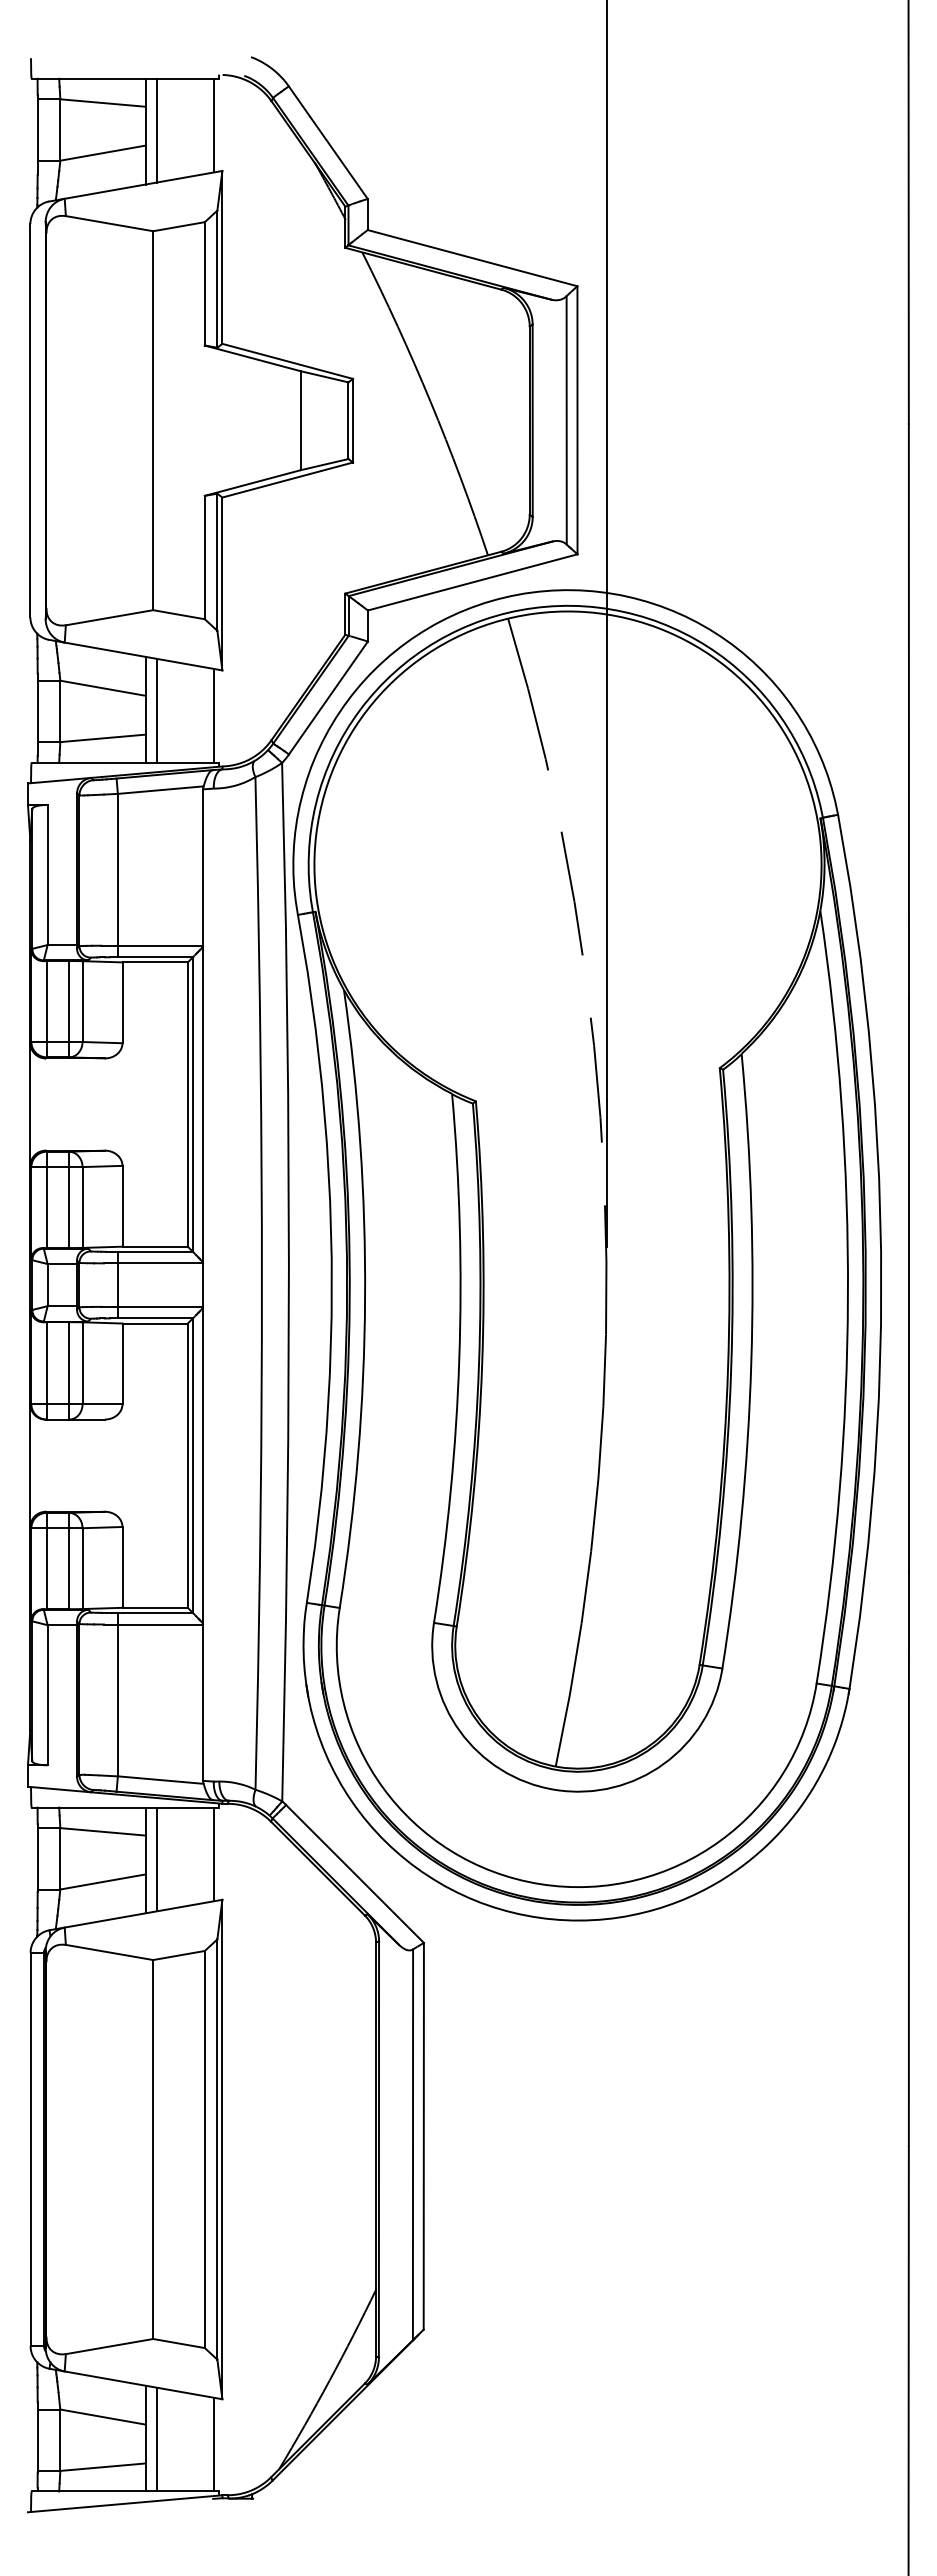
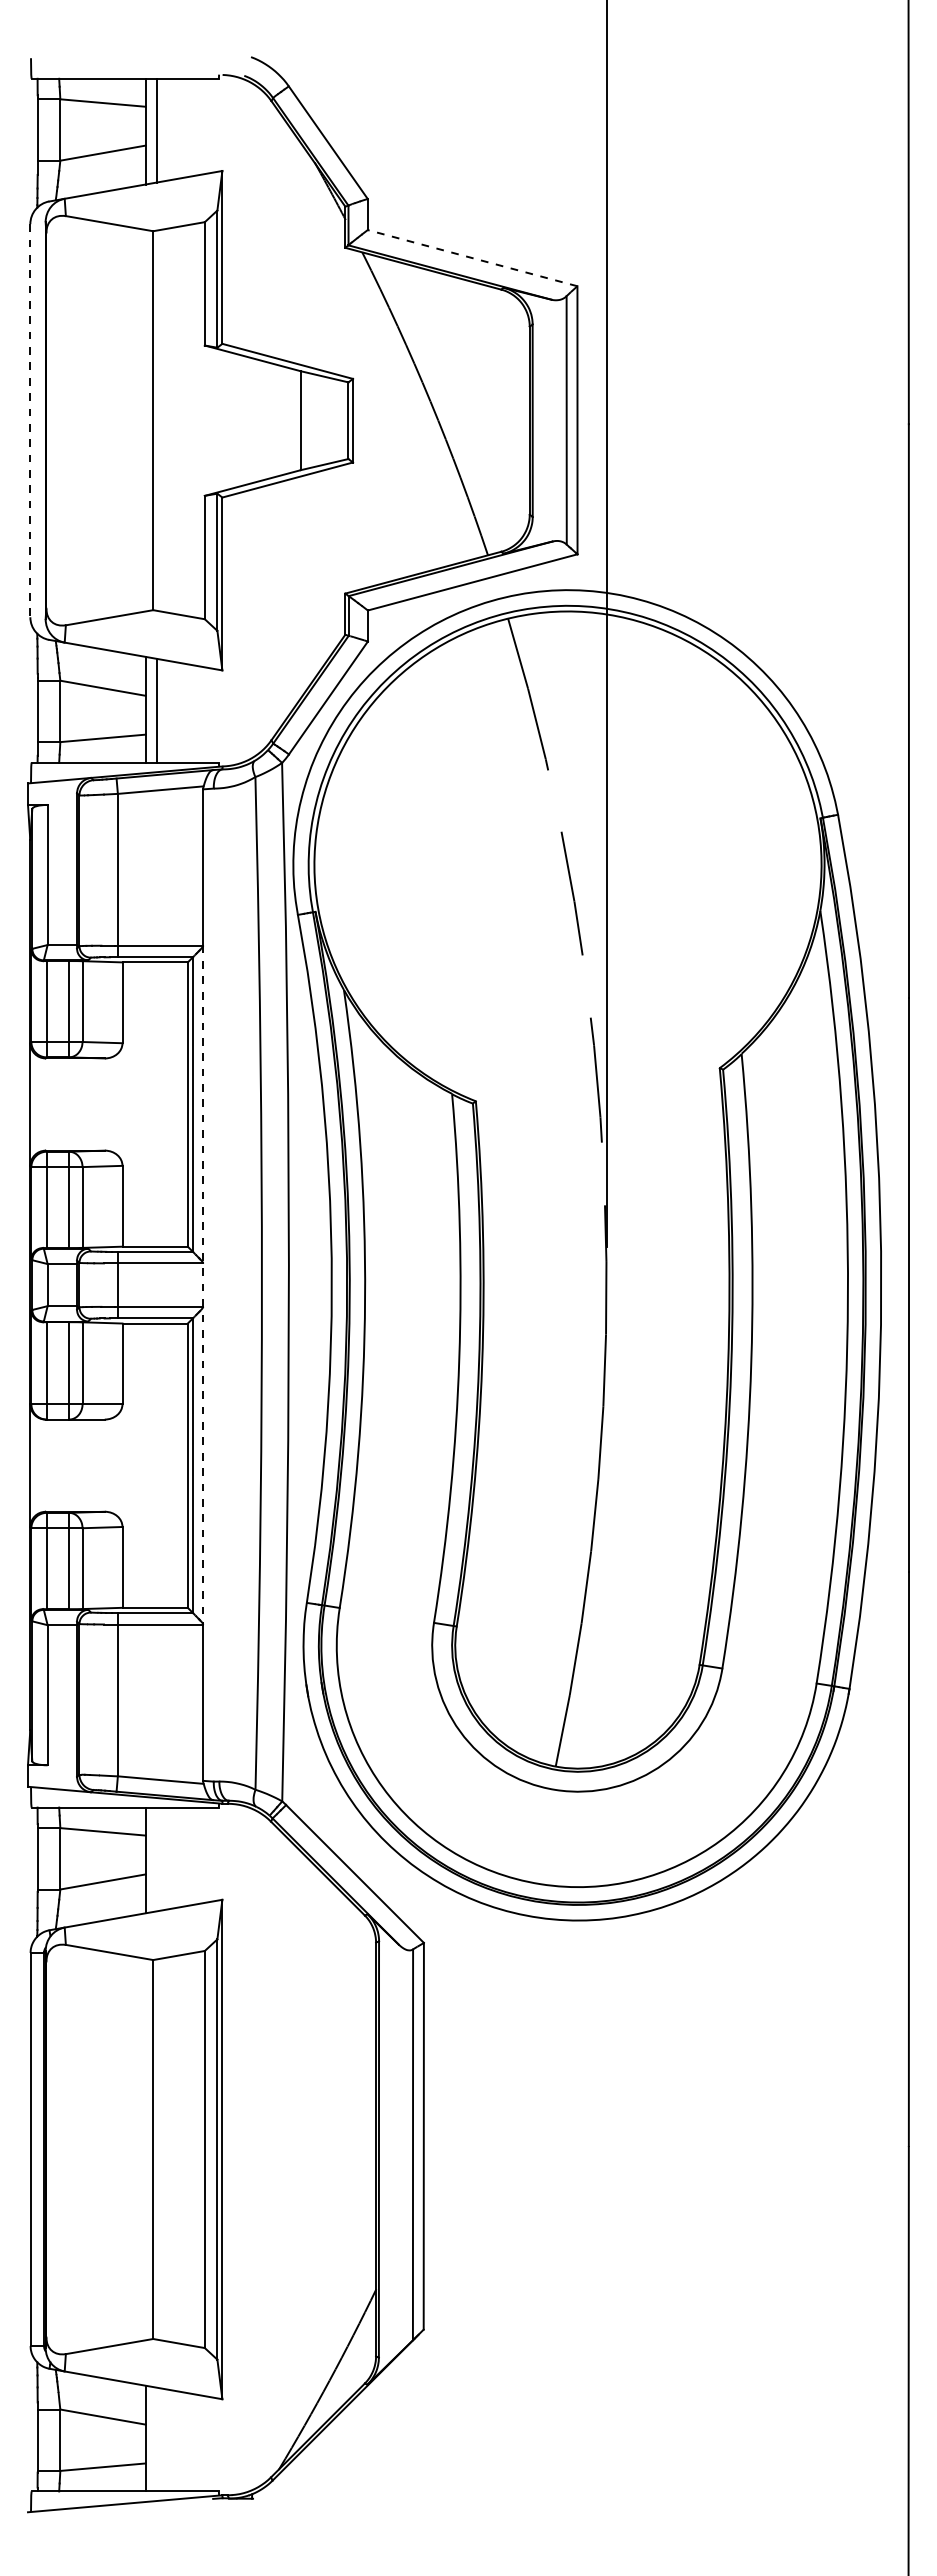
line at (214, 125): present -> none
line at (472, 258): solid -> dashed
line at (30, 420): solid -> dashed
line at (214, 715): present -> none
line at (203, 1285): solid -> dashed
line at (214, 1854): present -> none
line at (157, 1859): present -> none
line at (157, 2439): present -> none
line at (214, 2444): present -> none
